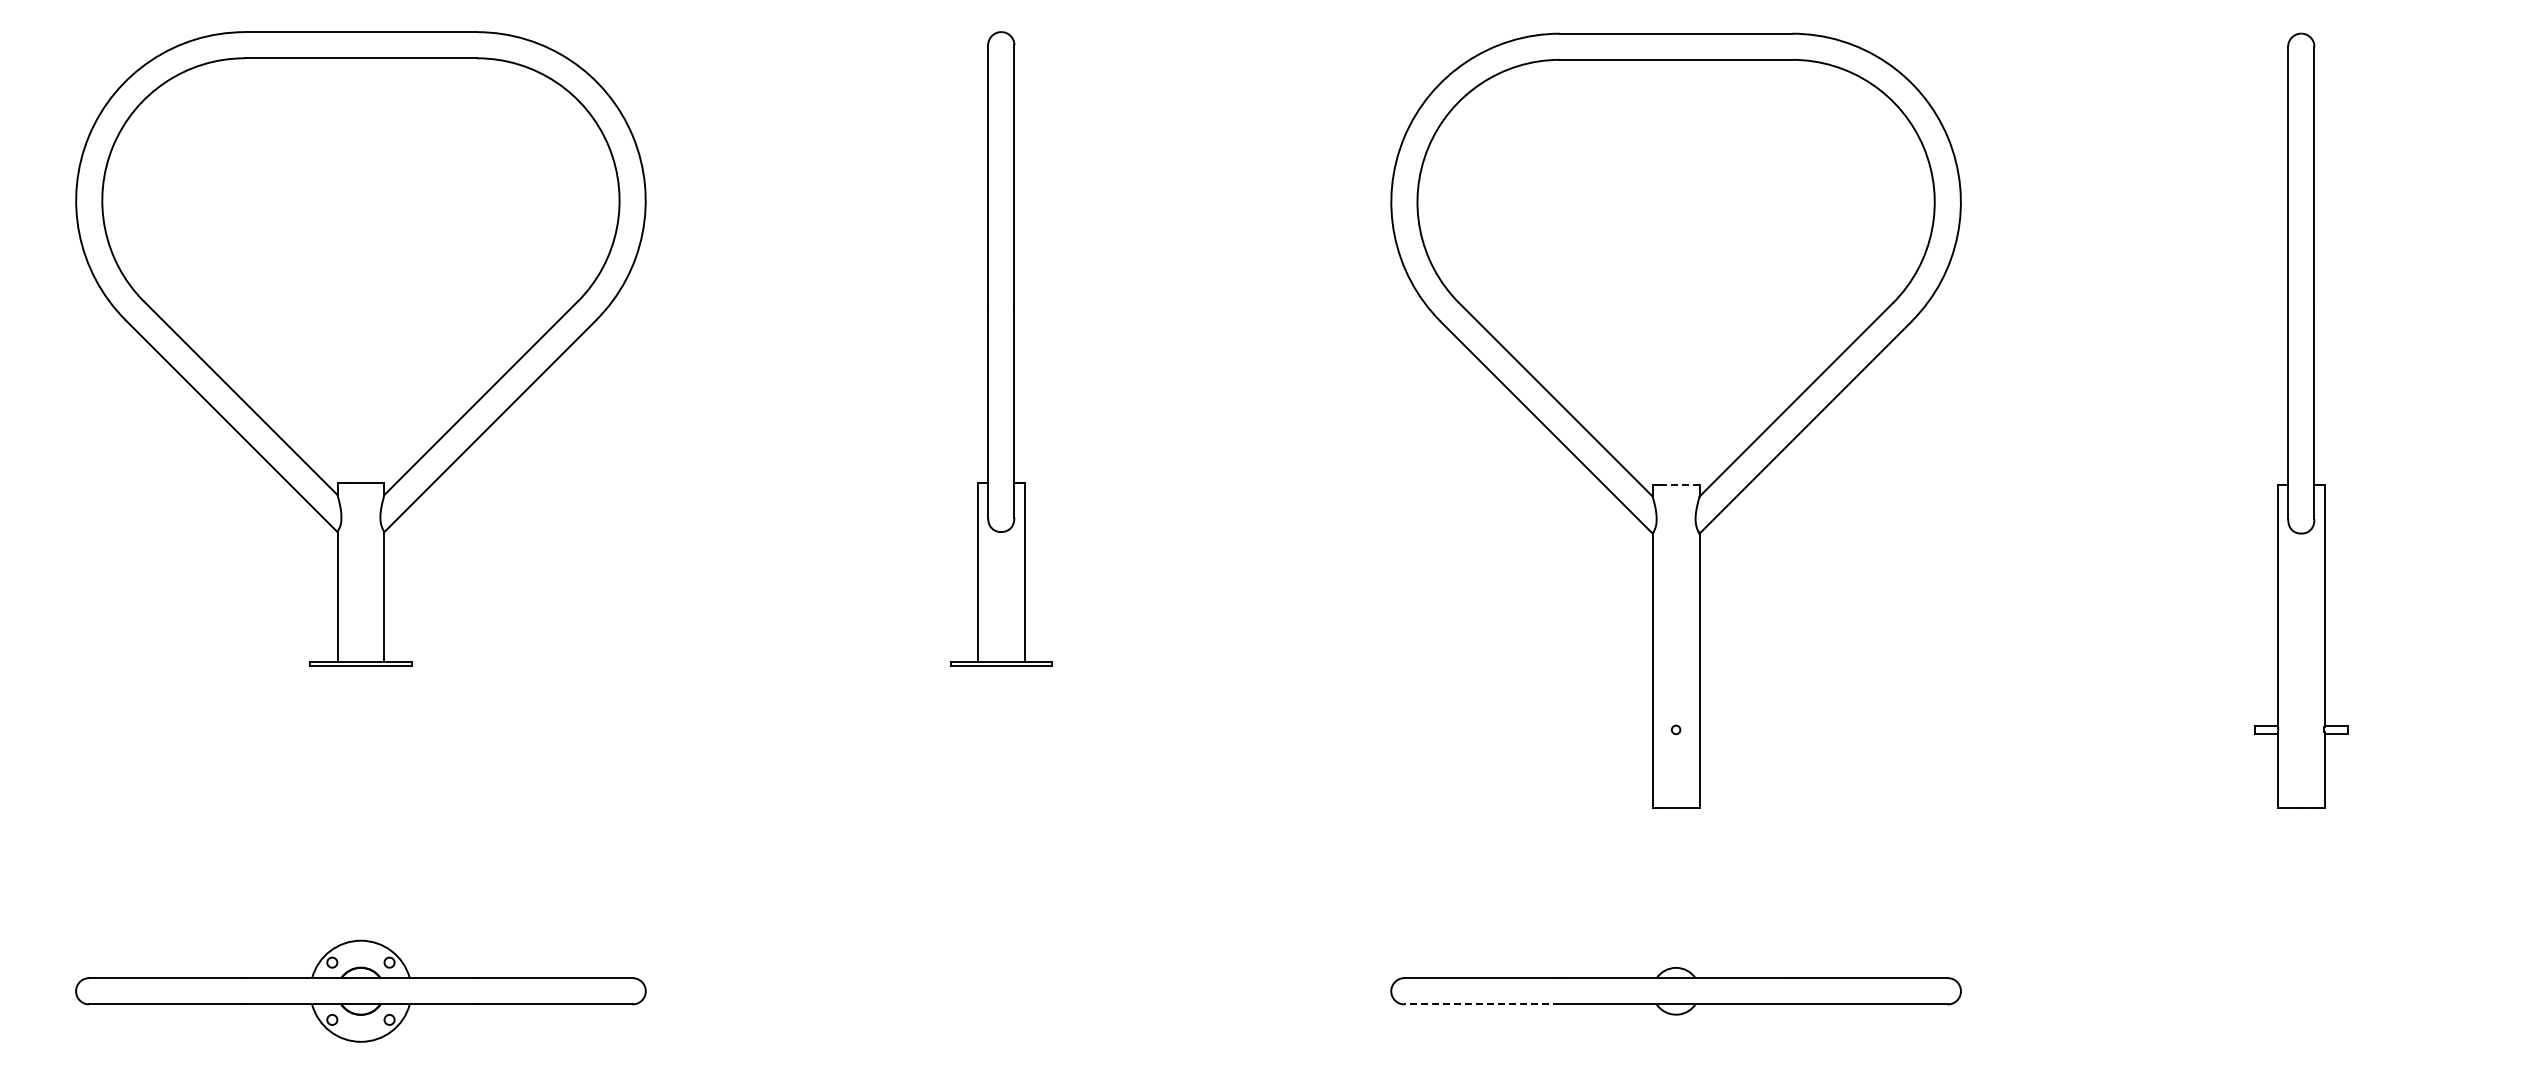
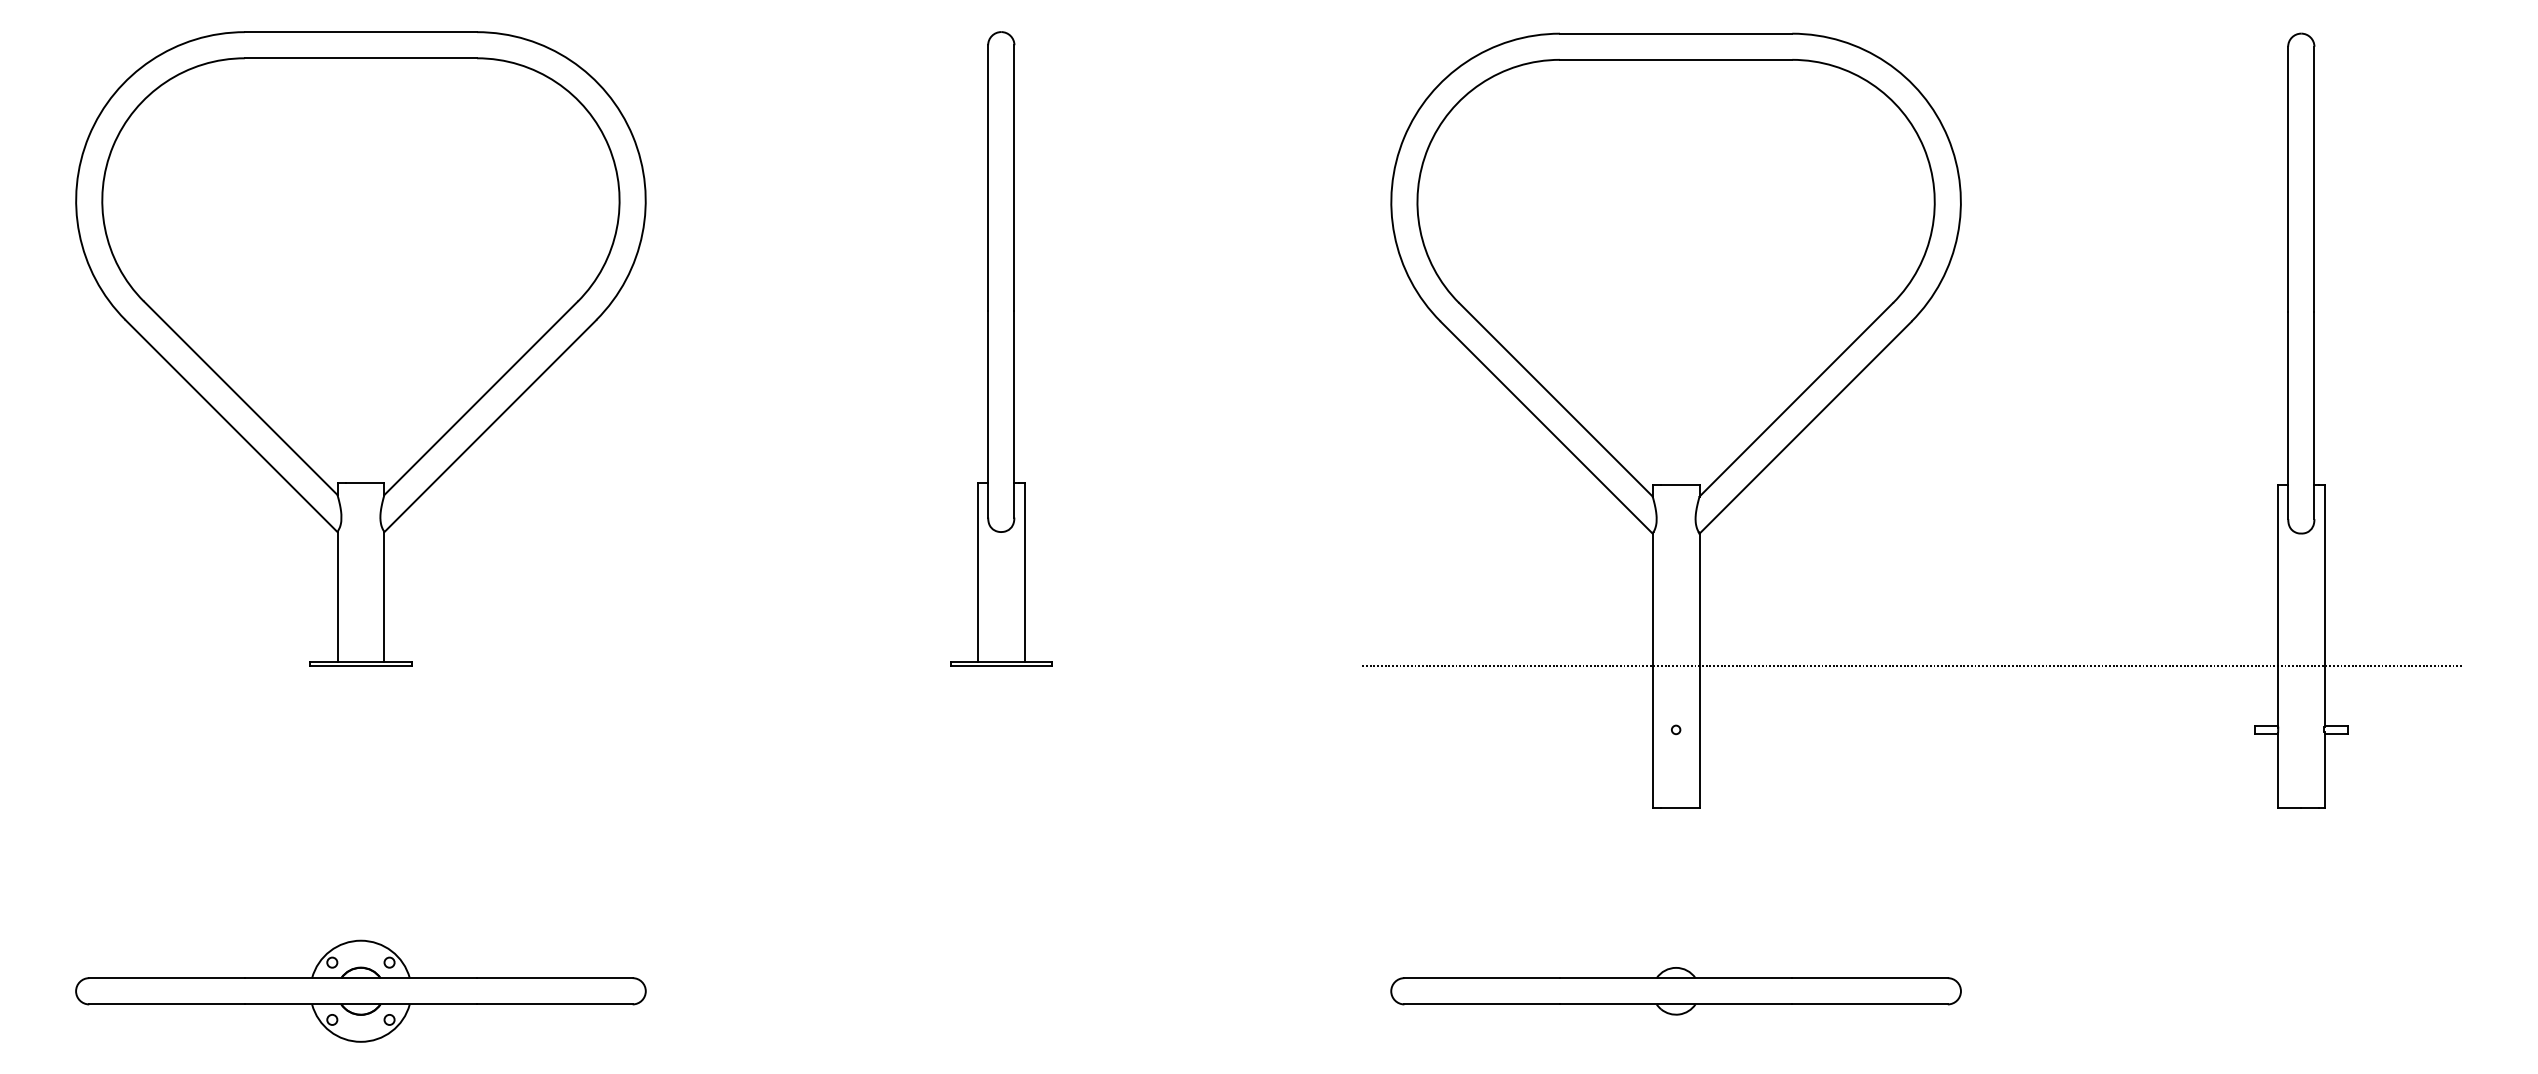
line at (1679, 484): dashed -> solid
line at (1912, 666): none -> present
line at (1482, 1004): dashed -> solid
